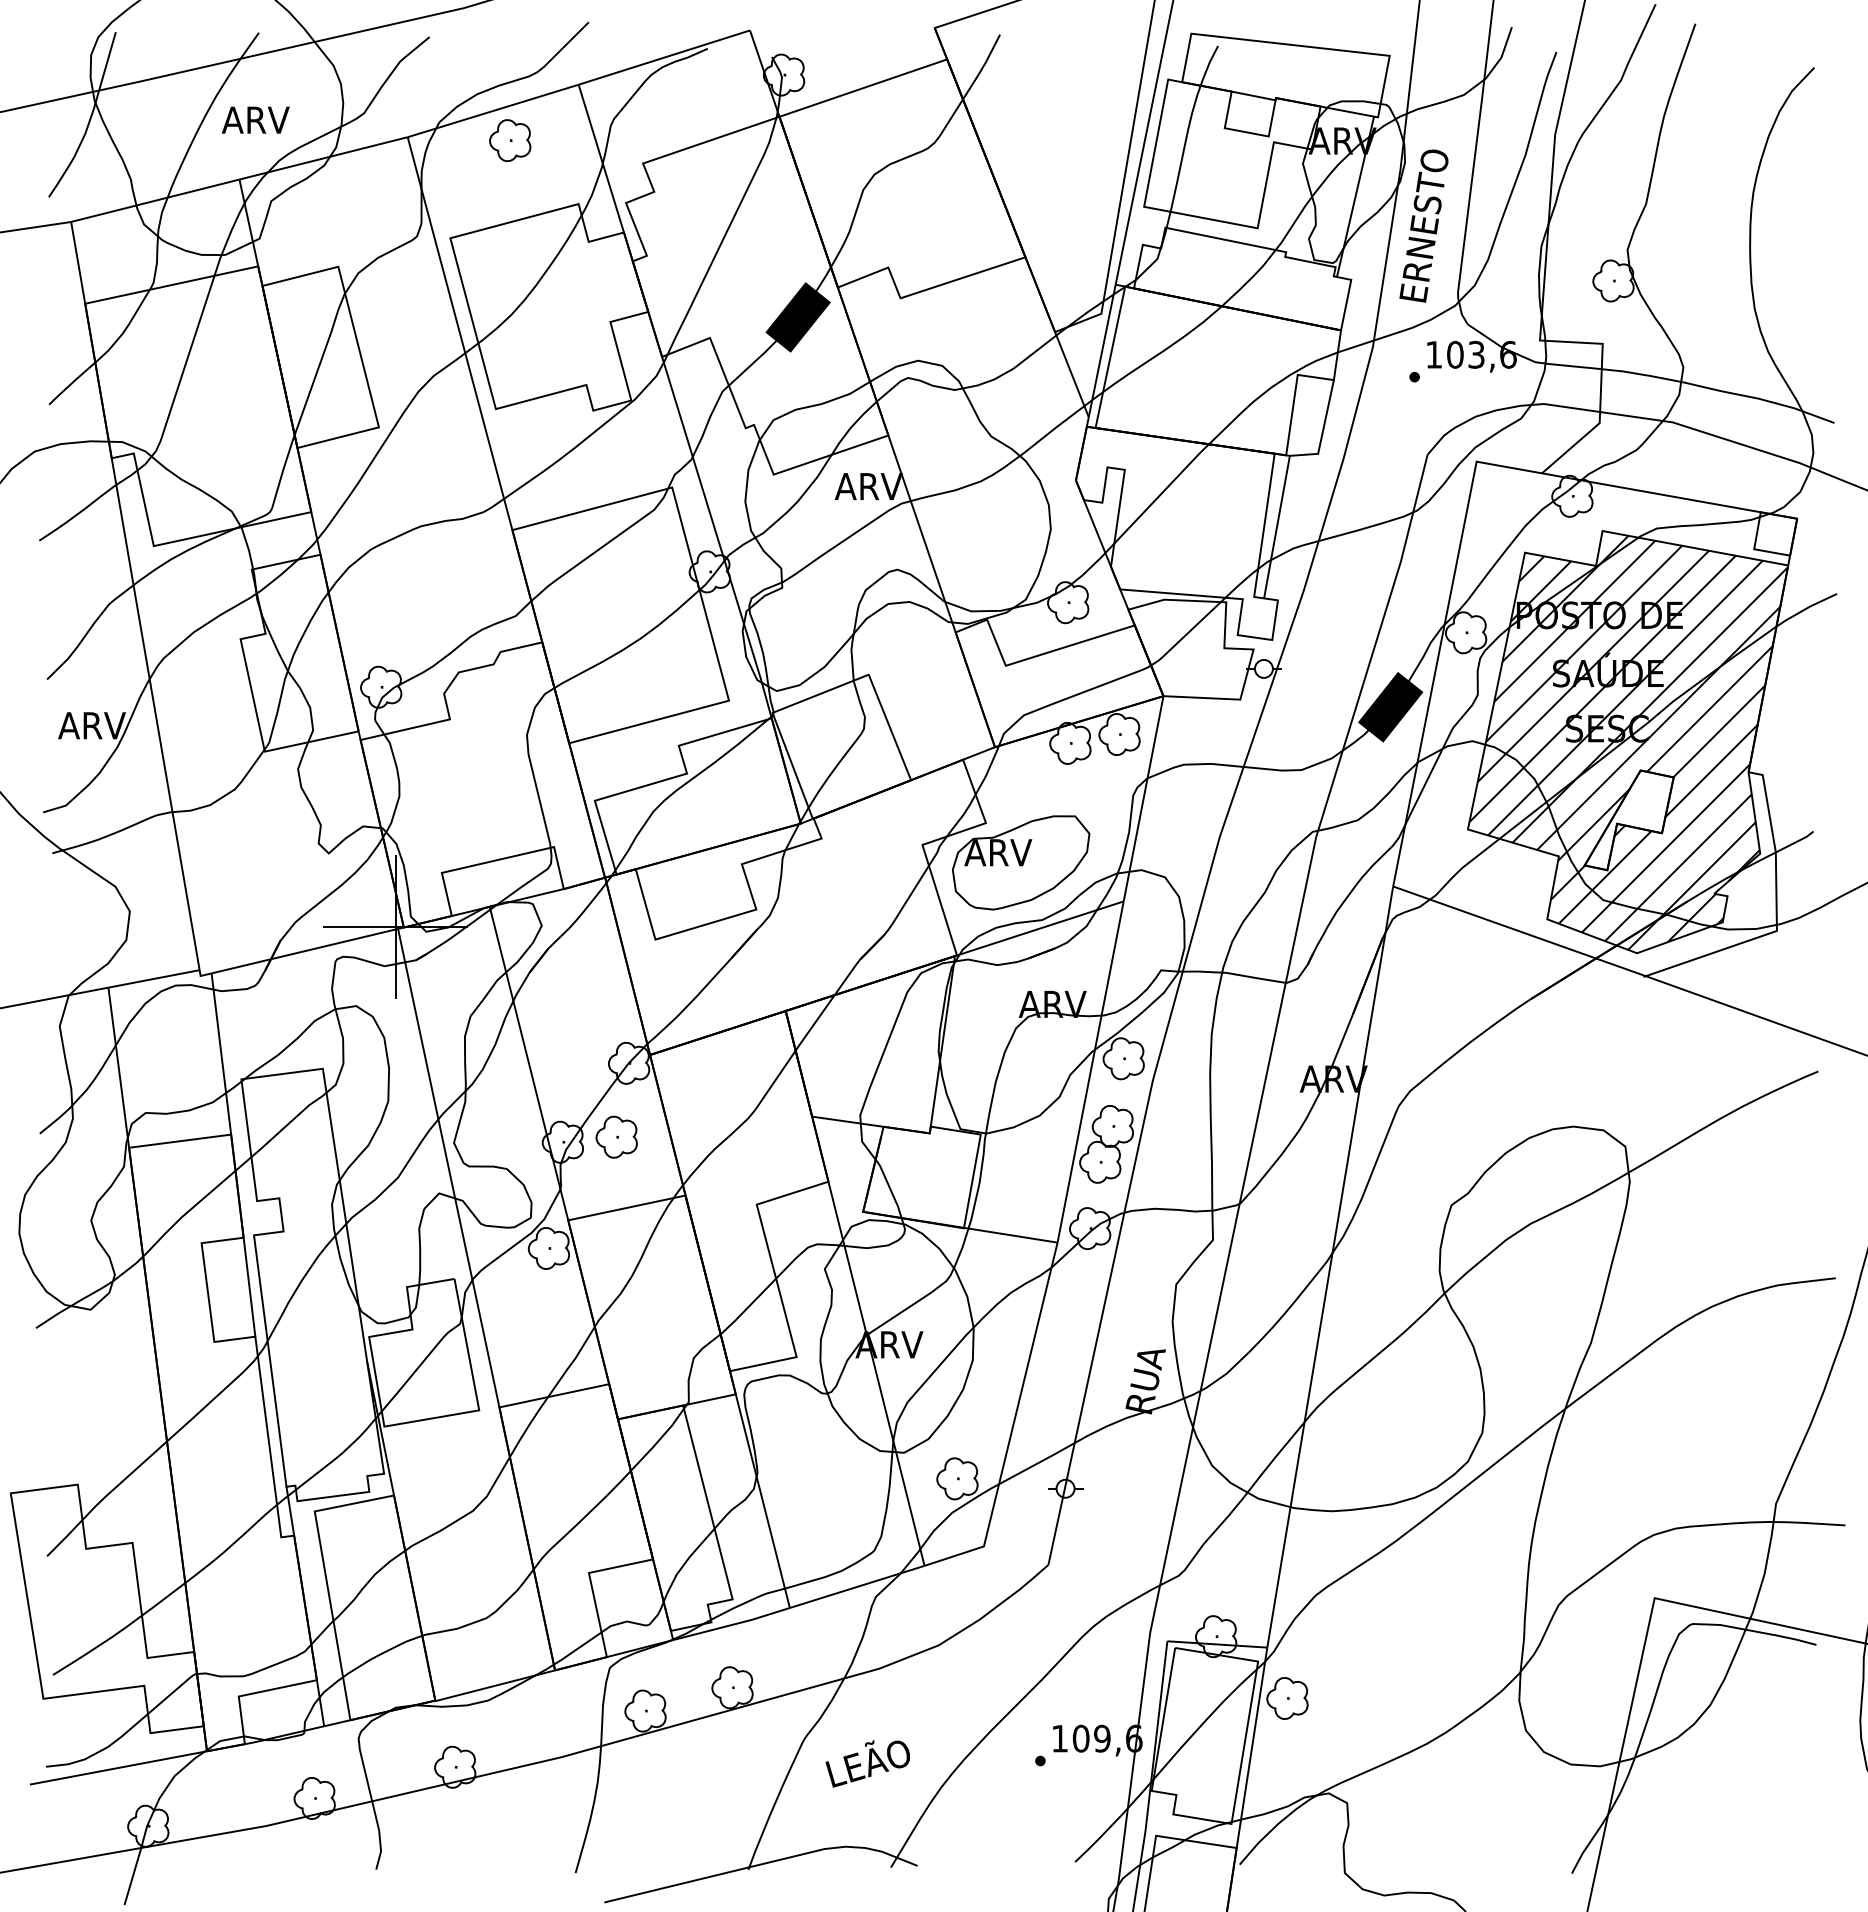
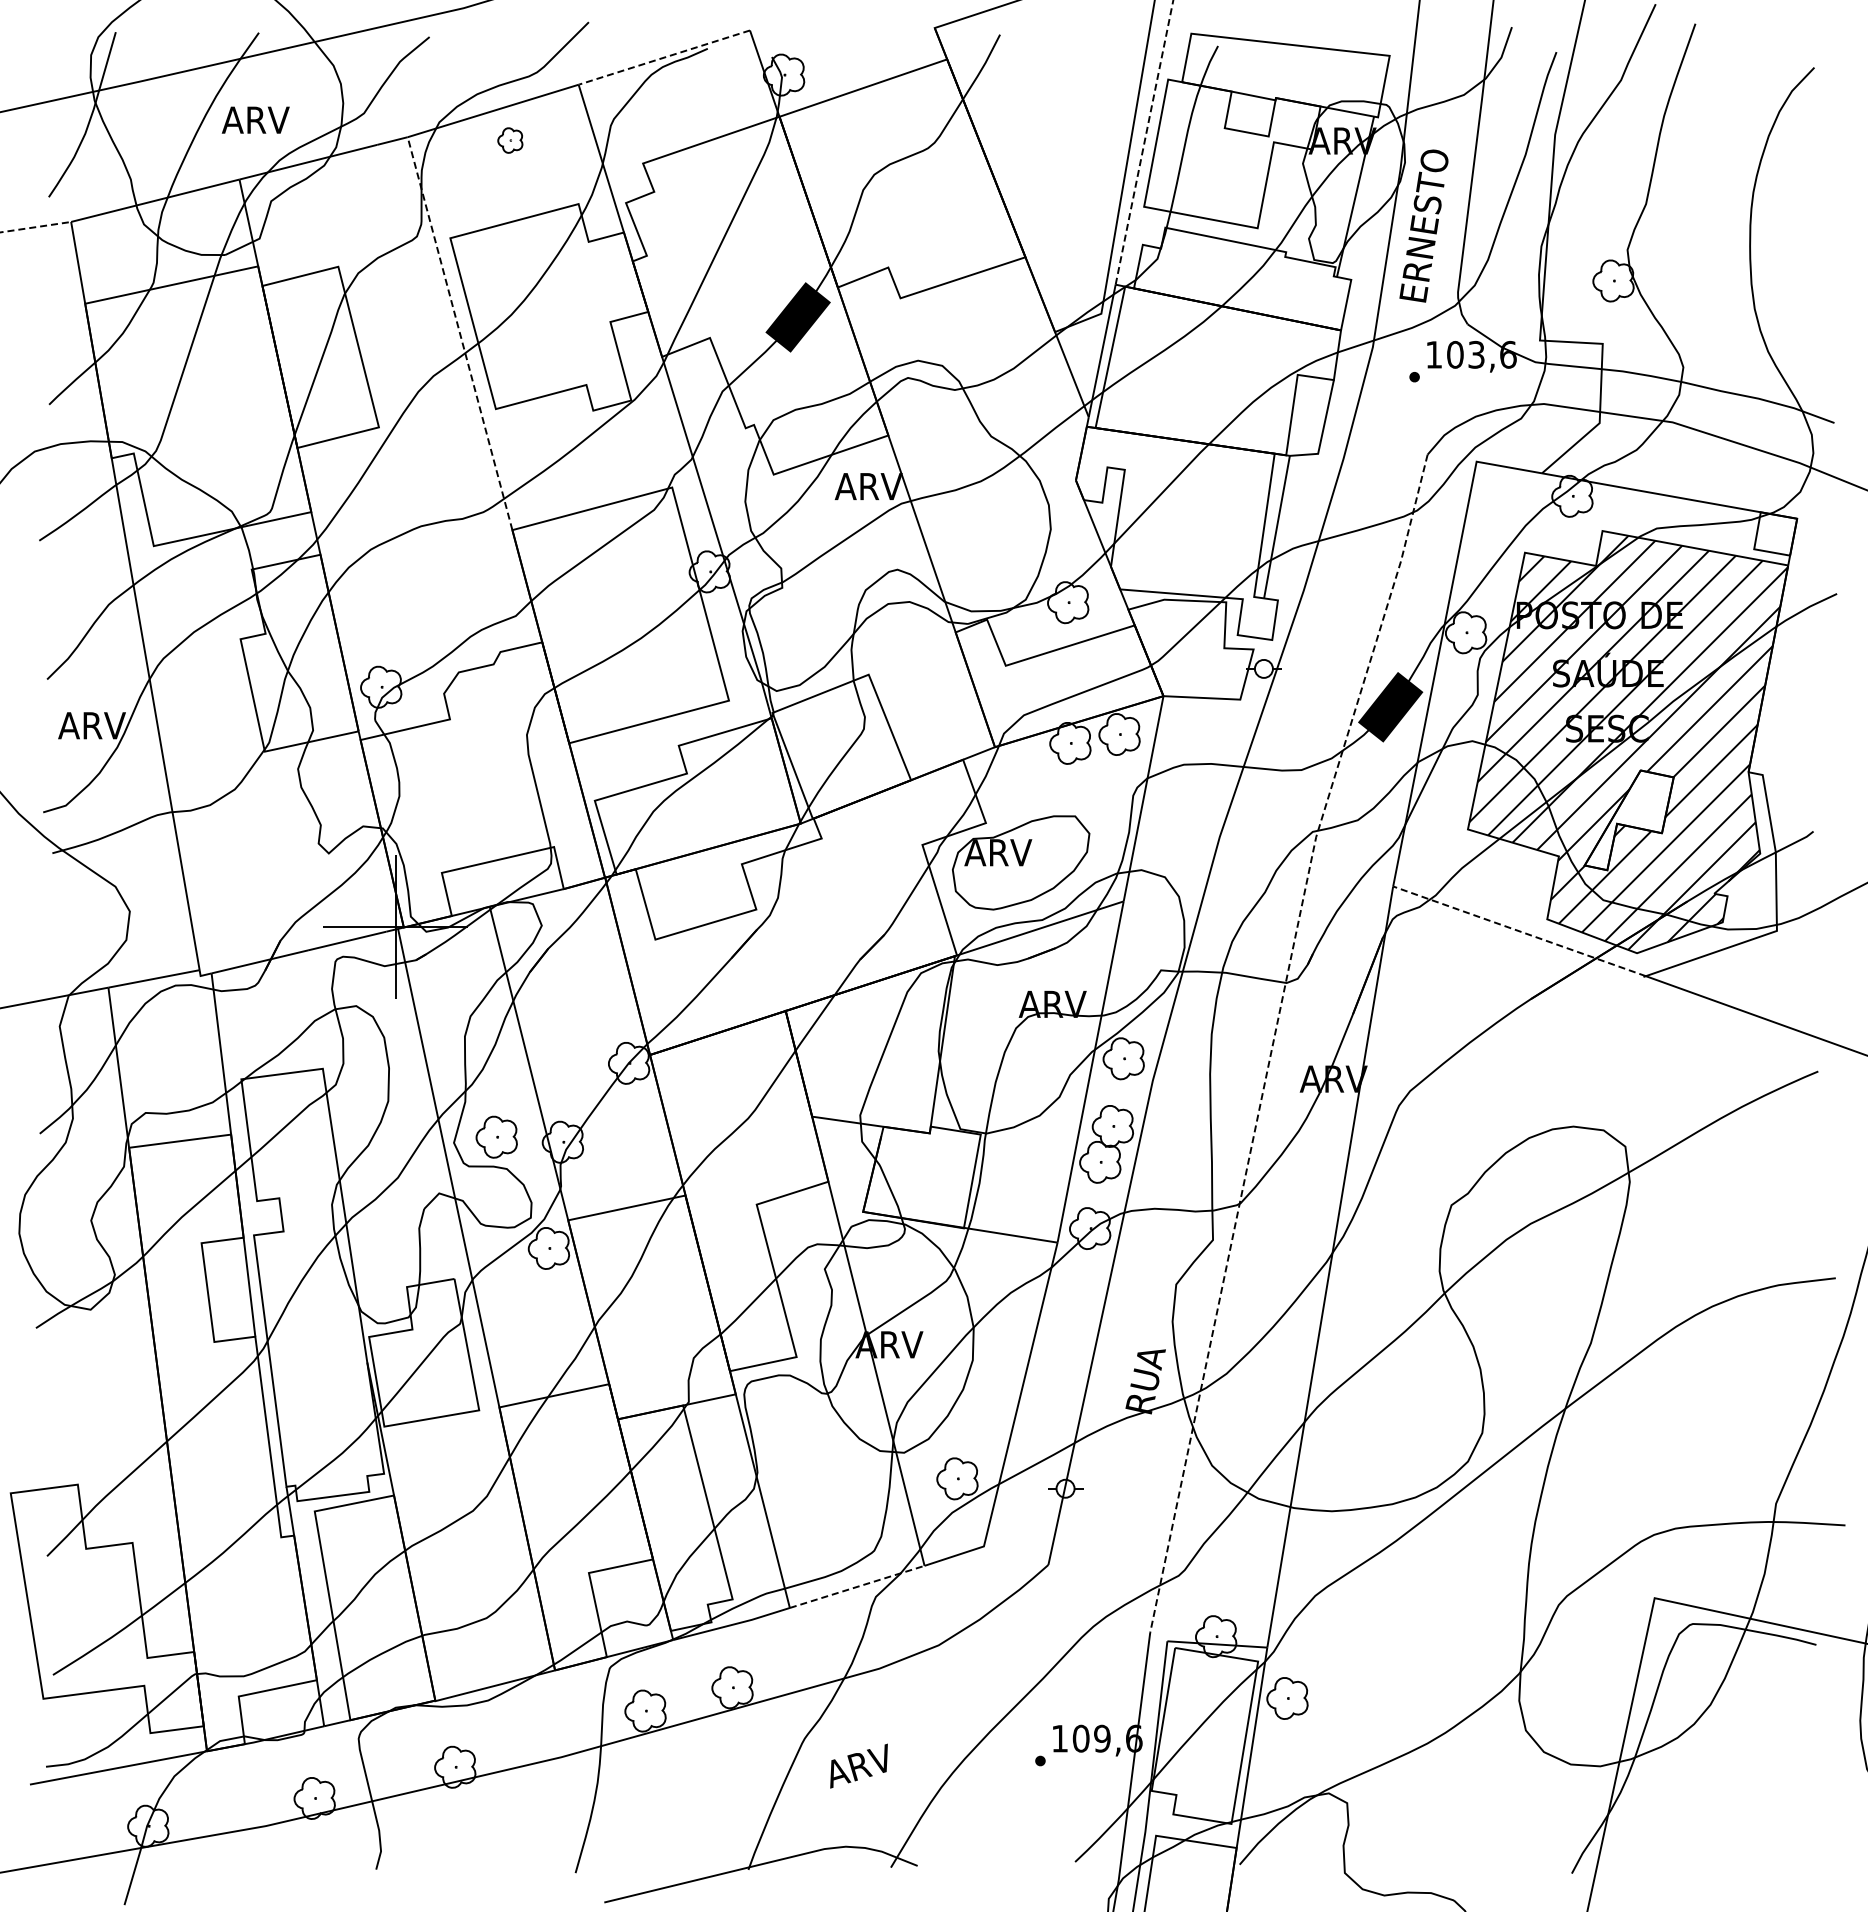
line at (663, 57): solid -> dashed
part at (510, 140) size: 43x43 px -> 27x27 px
line at (1144, 142): solid -> dashed
line at (37, 227): solid -> dashed
line at (459, 333): solid -> dashed
line at (1519, 931): solid -> dashed
line at (1274, 1038): solid -> dashed
part at (616, 1136) position: (616, 1136) -> (496, 1136)
line at (857, 1586): solid -> dashed
text at (867, 1764): LEÃO -> ARV
